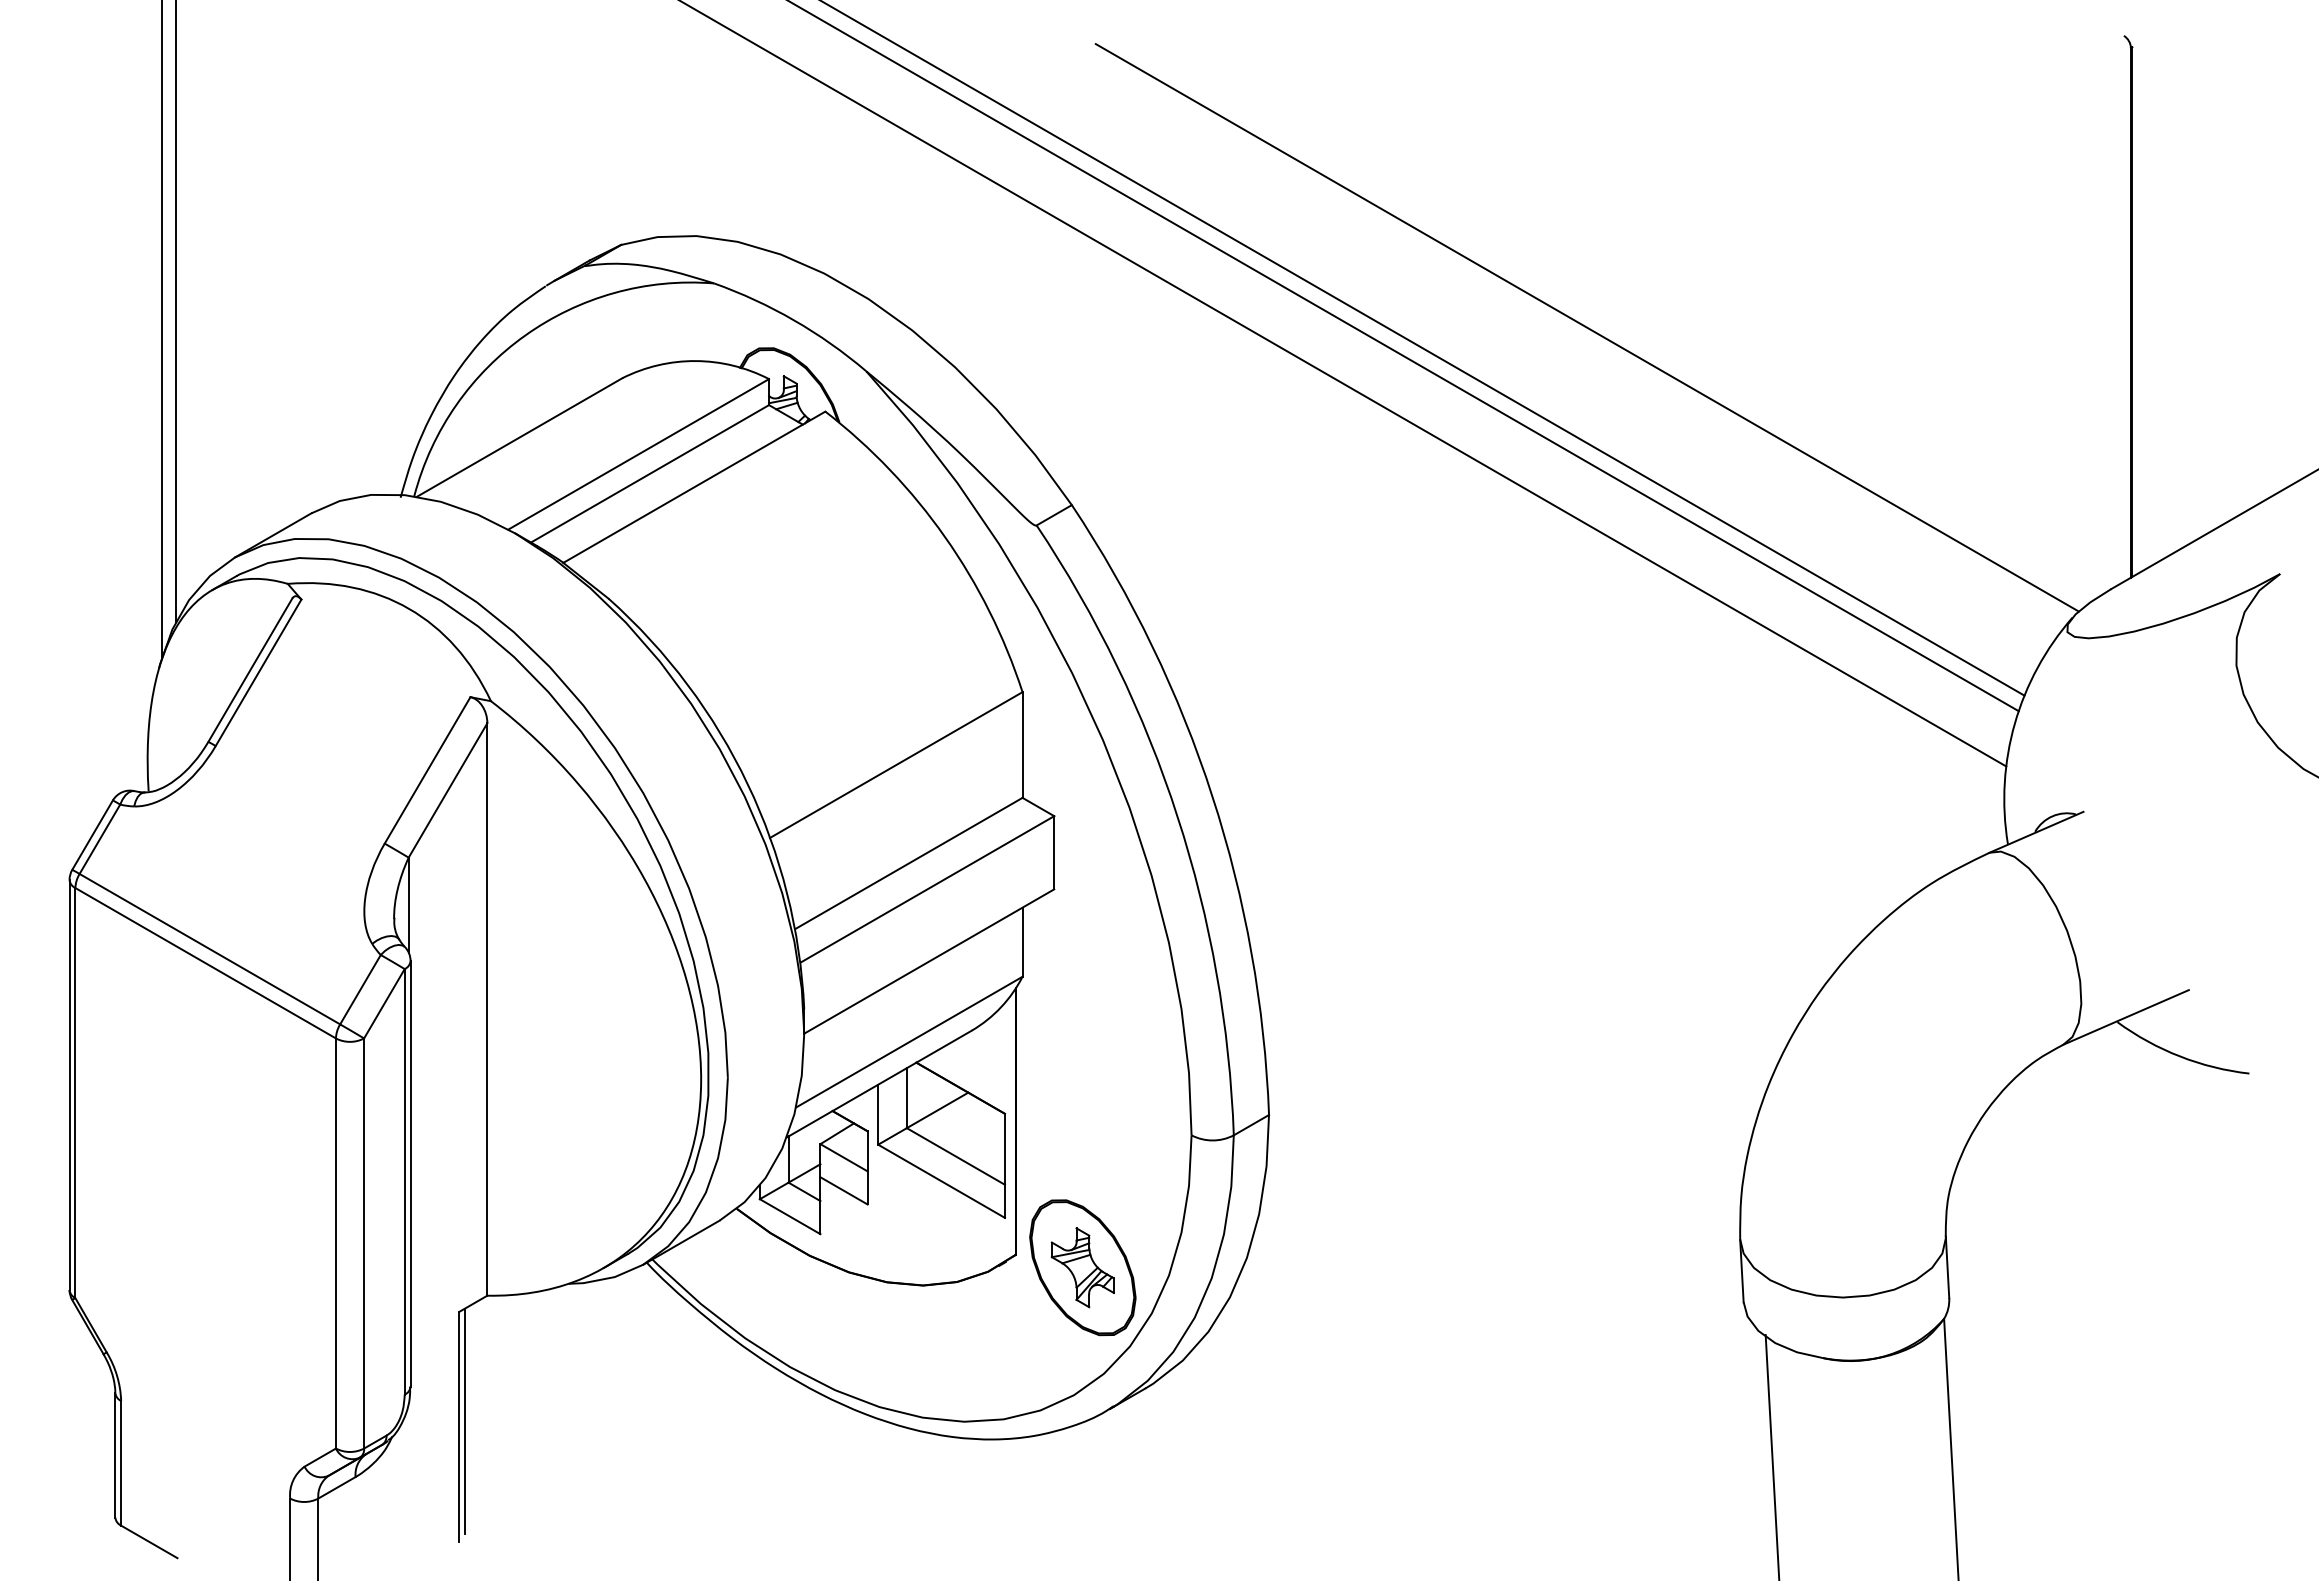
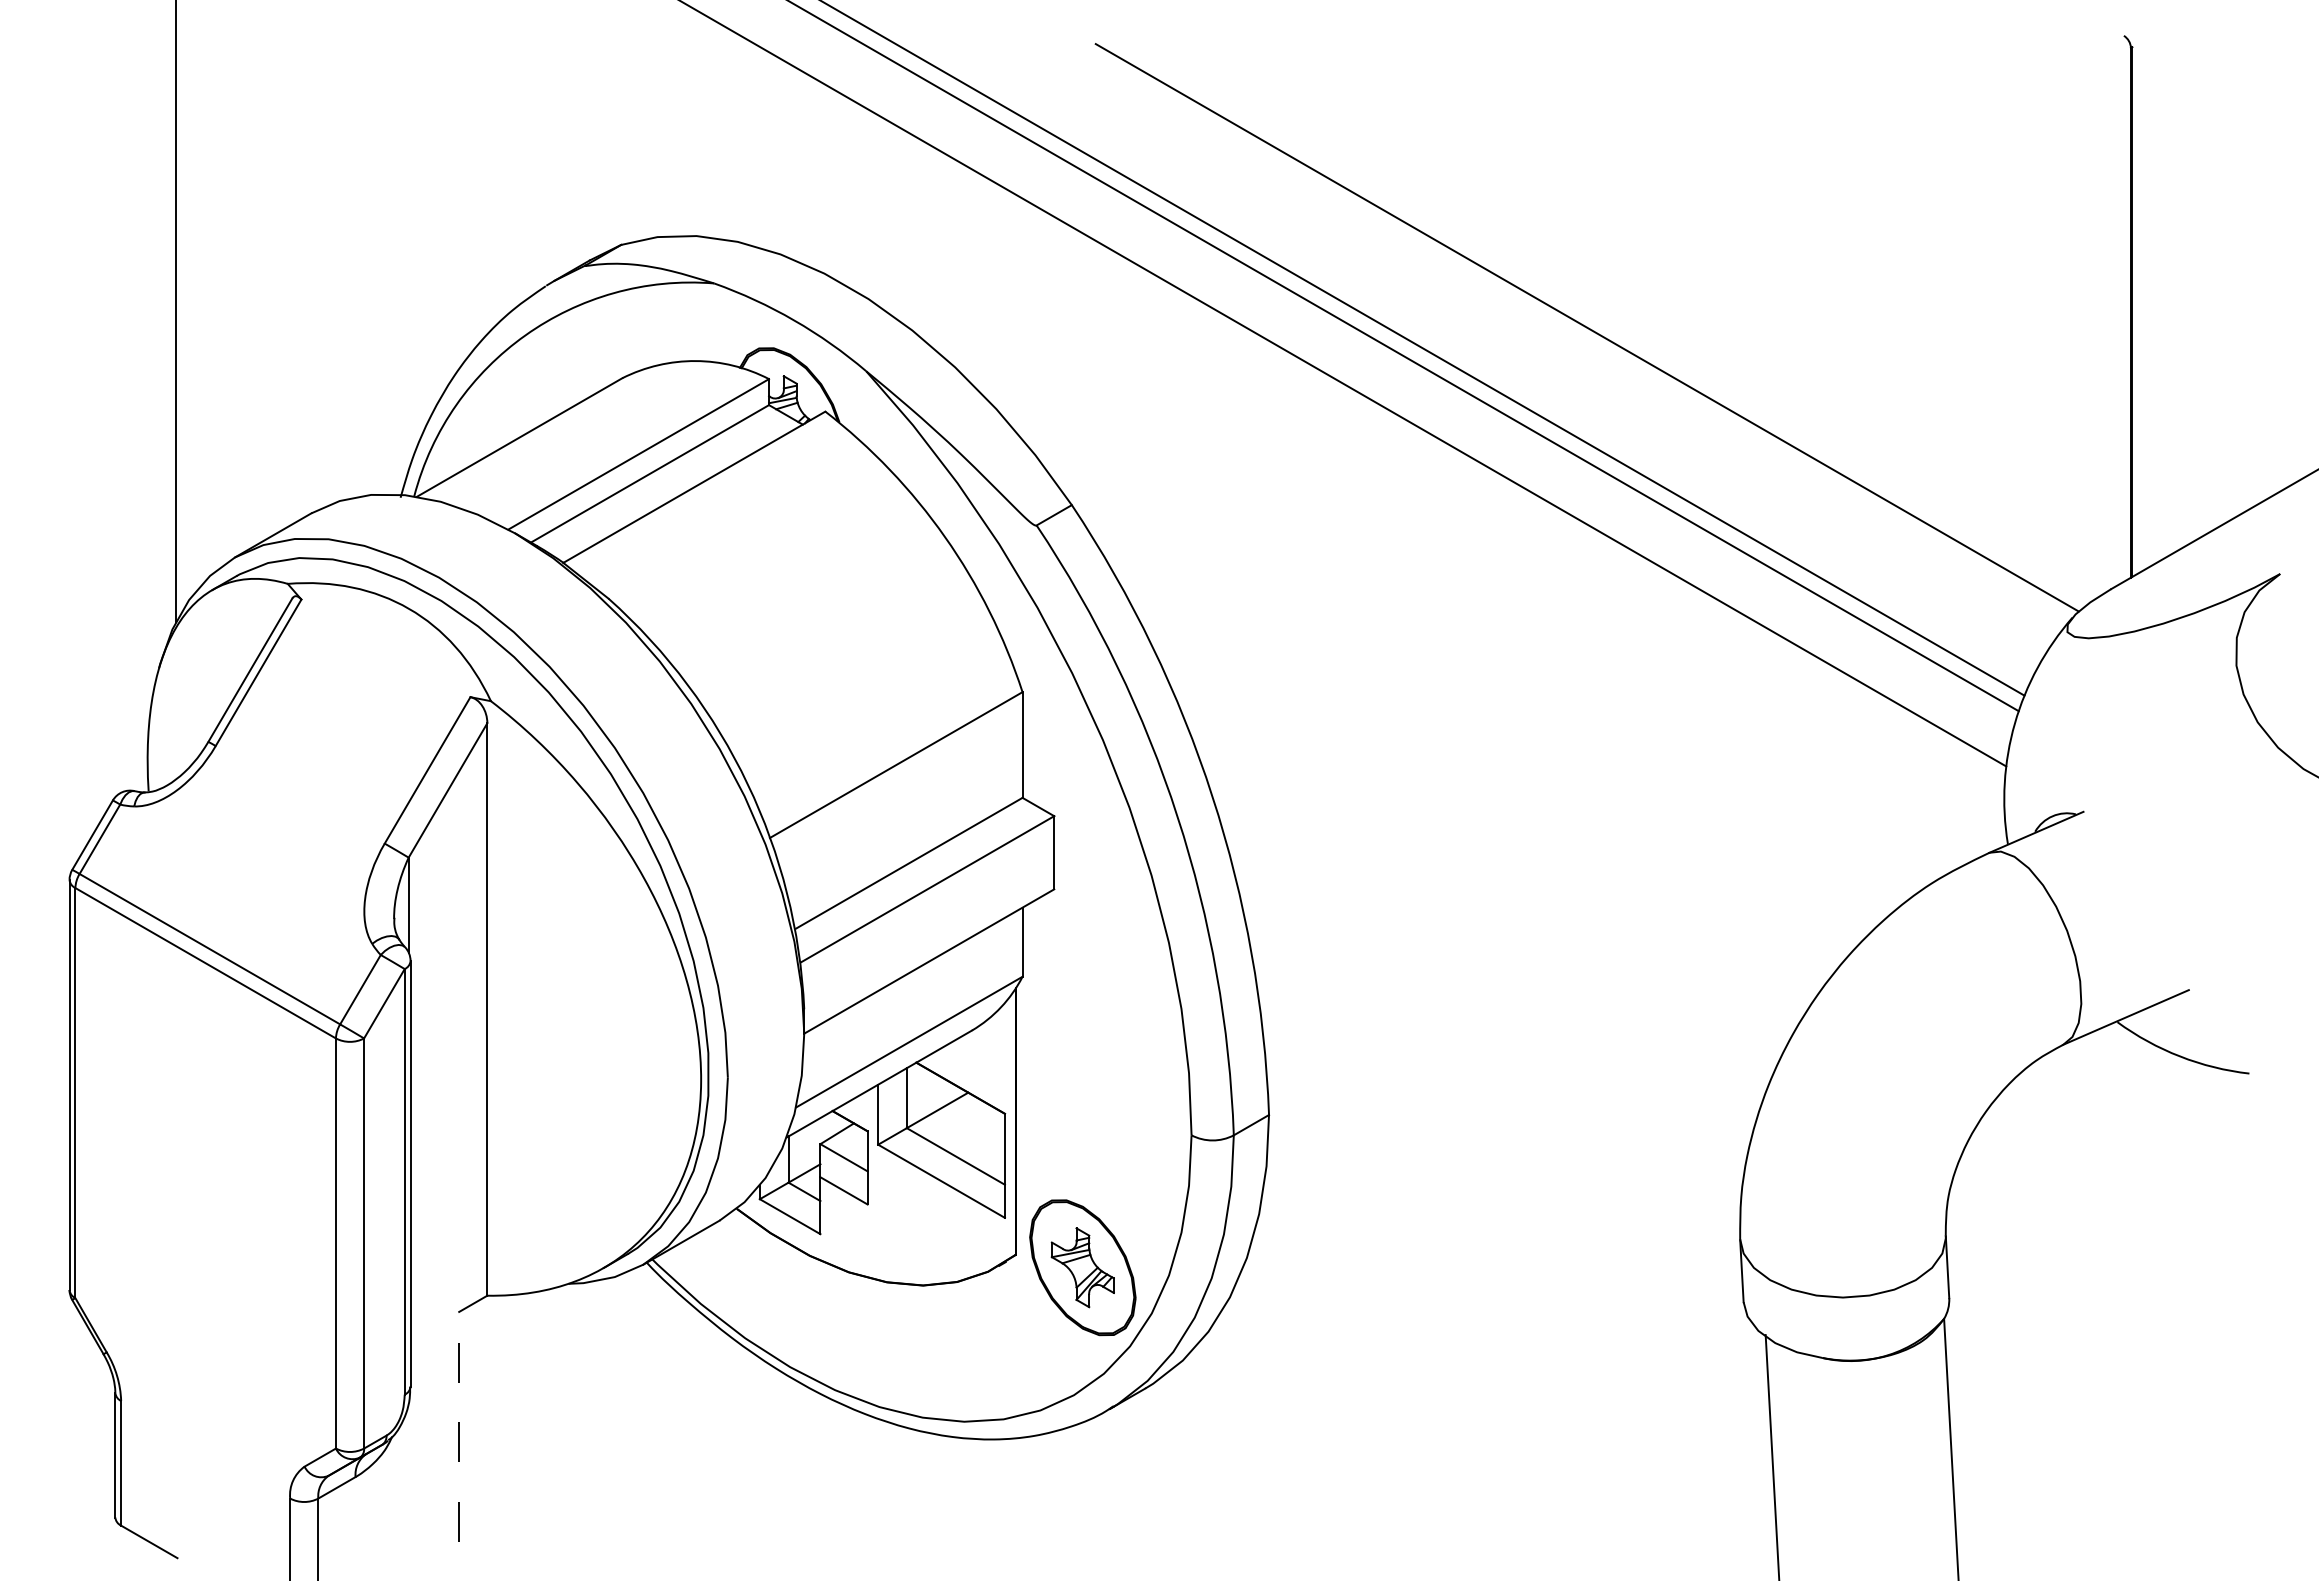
line at (162, 329): present -> none
line at (465, 1420): present -> none
line at (459, 1426): solid -> dashed
